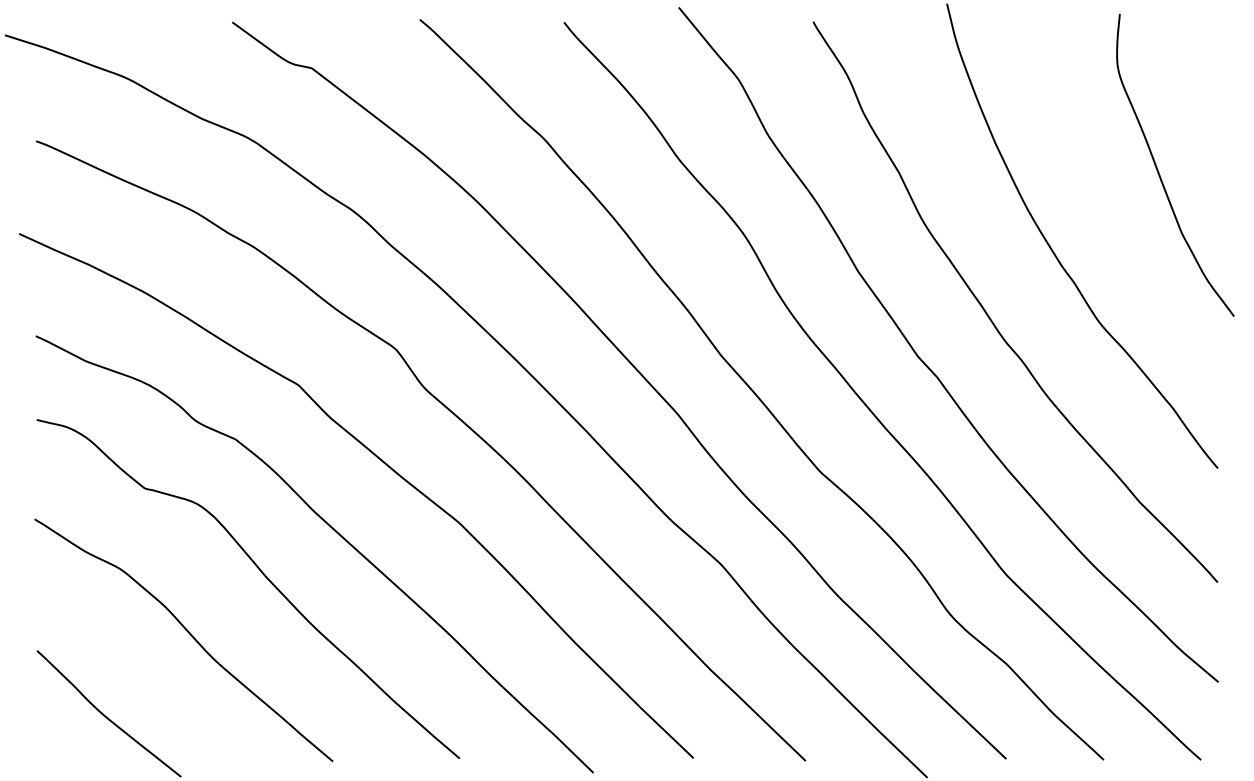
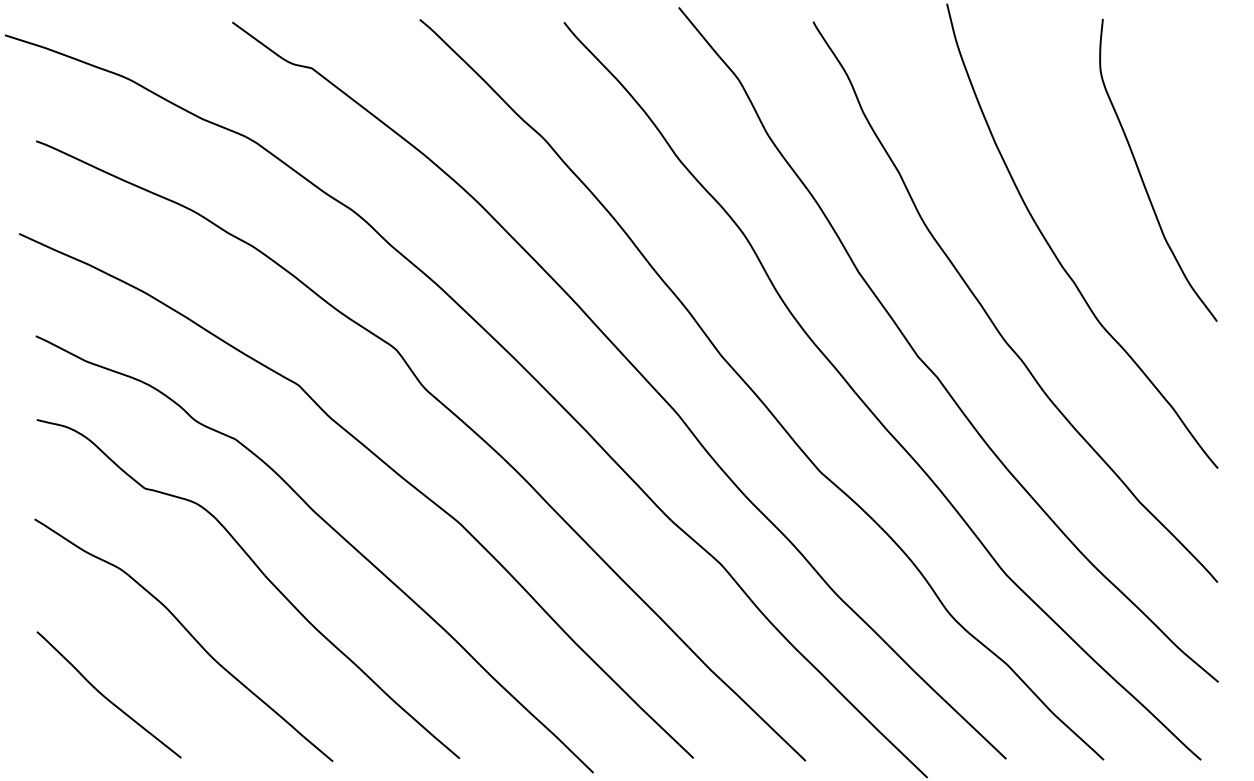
curve at (1158, 169) position: (1158, 169) -> (1141, 174)
curve at (105, 715) position: (105, 715) -> (105, 696)
